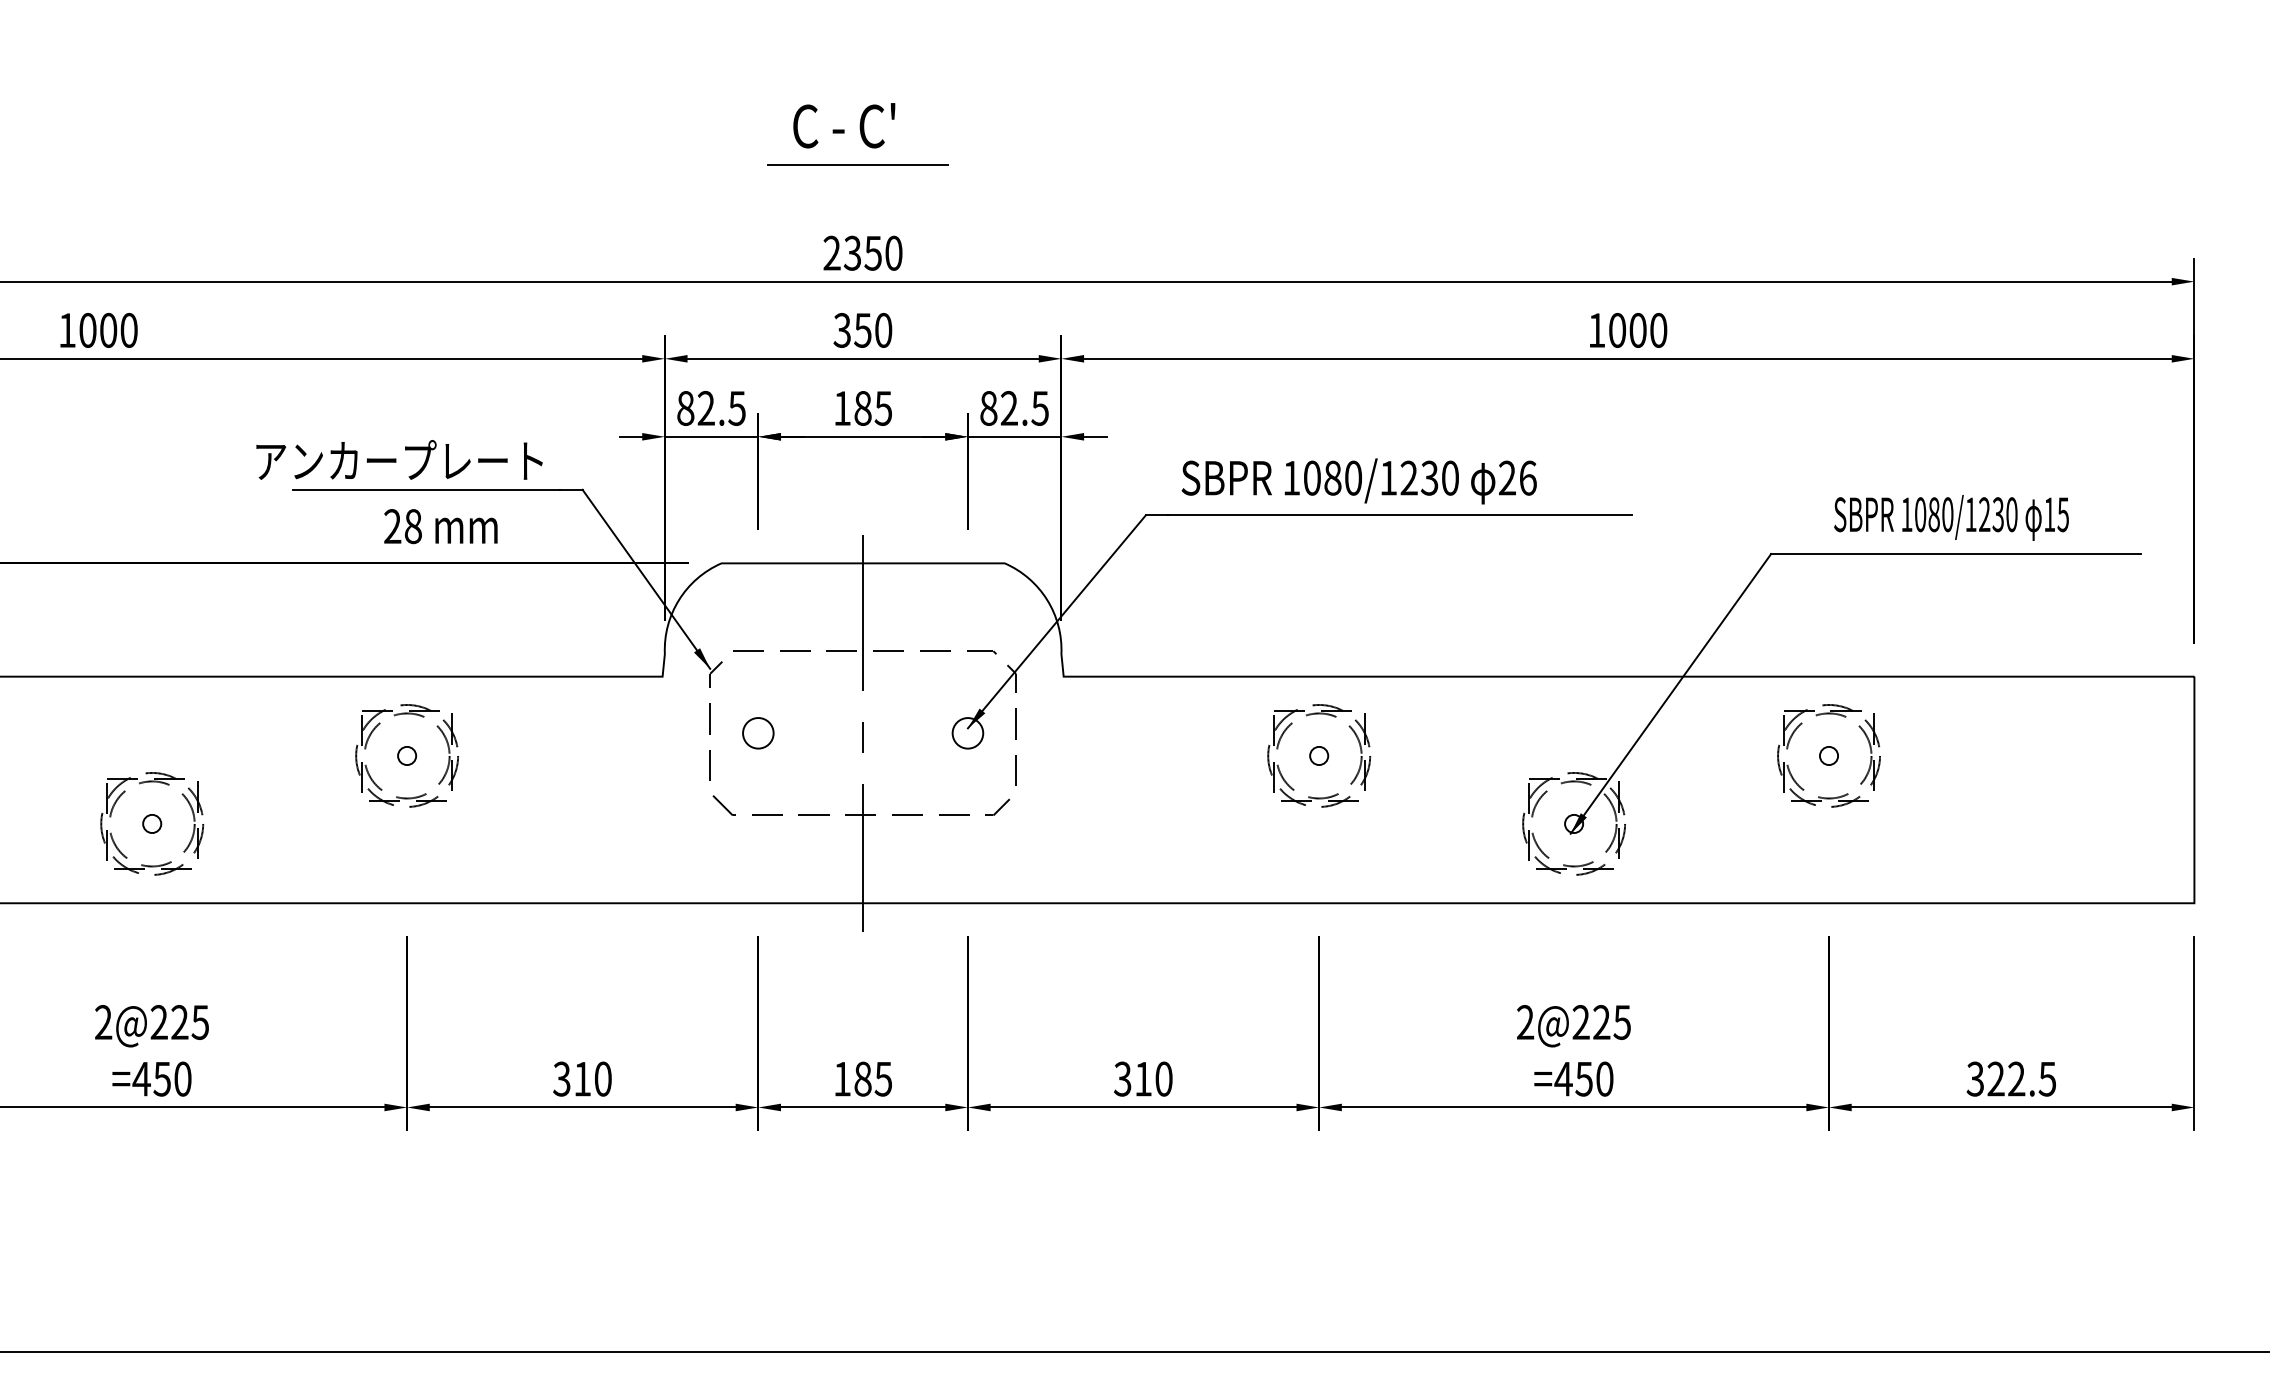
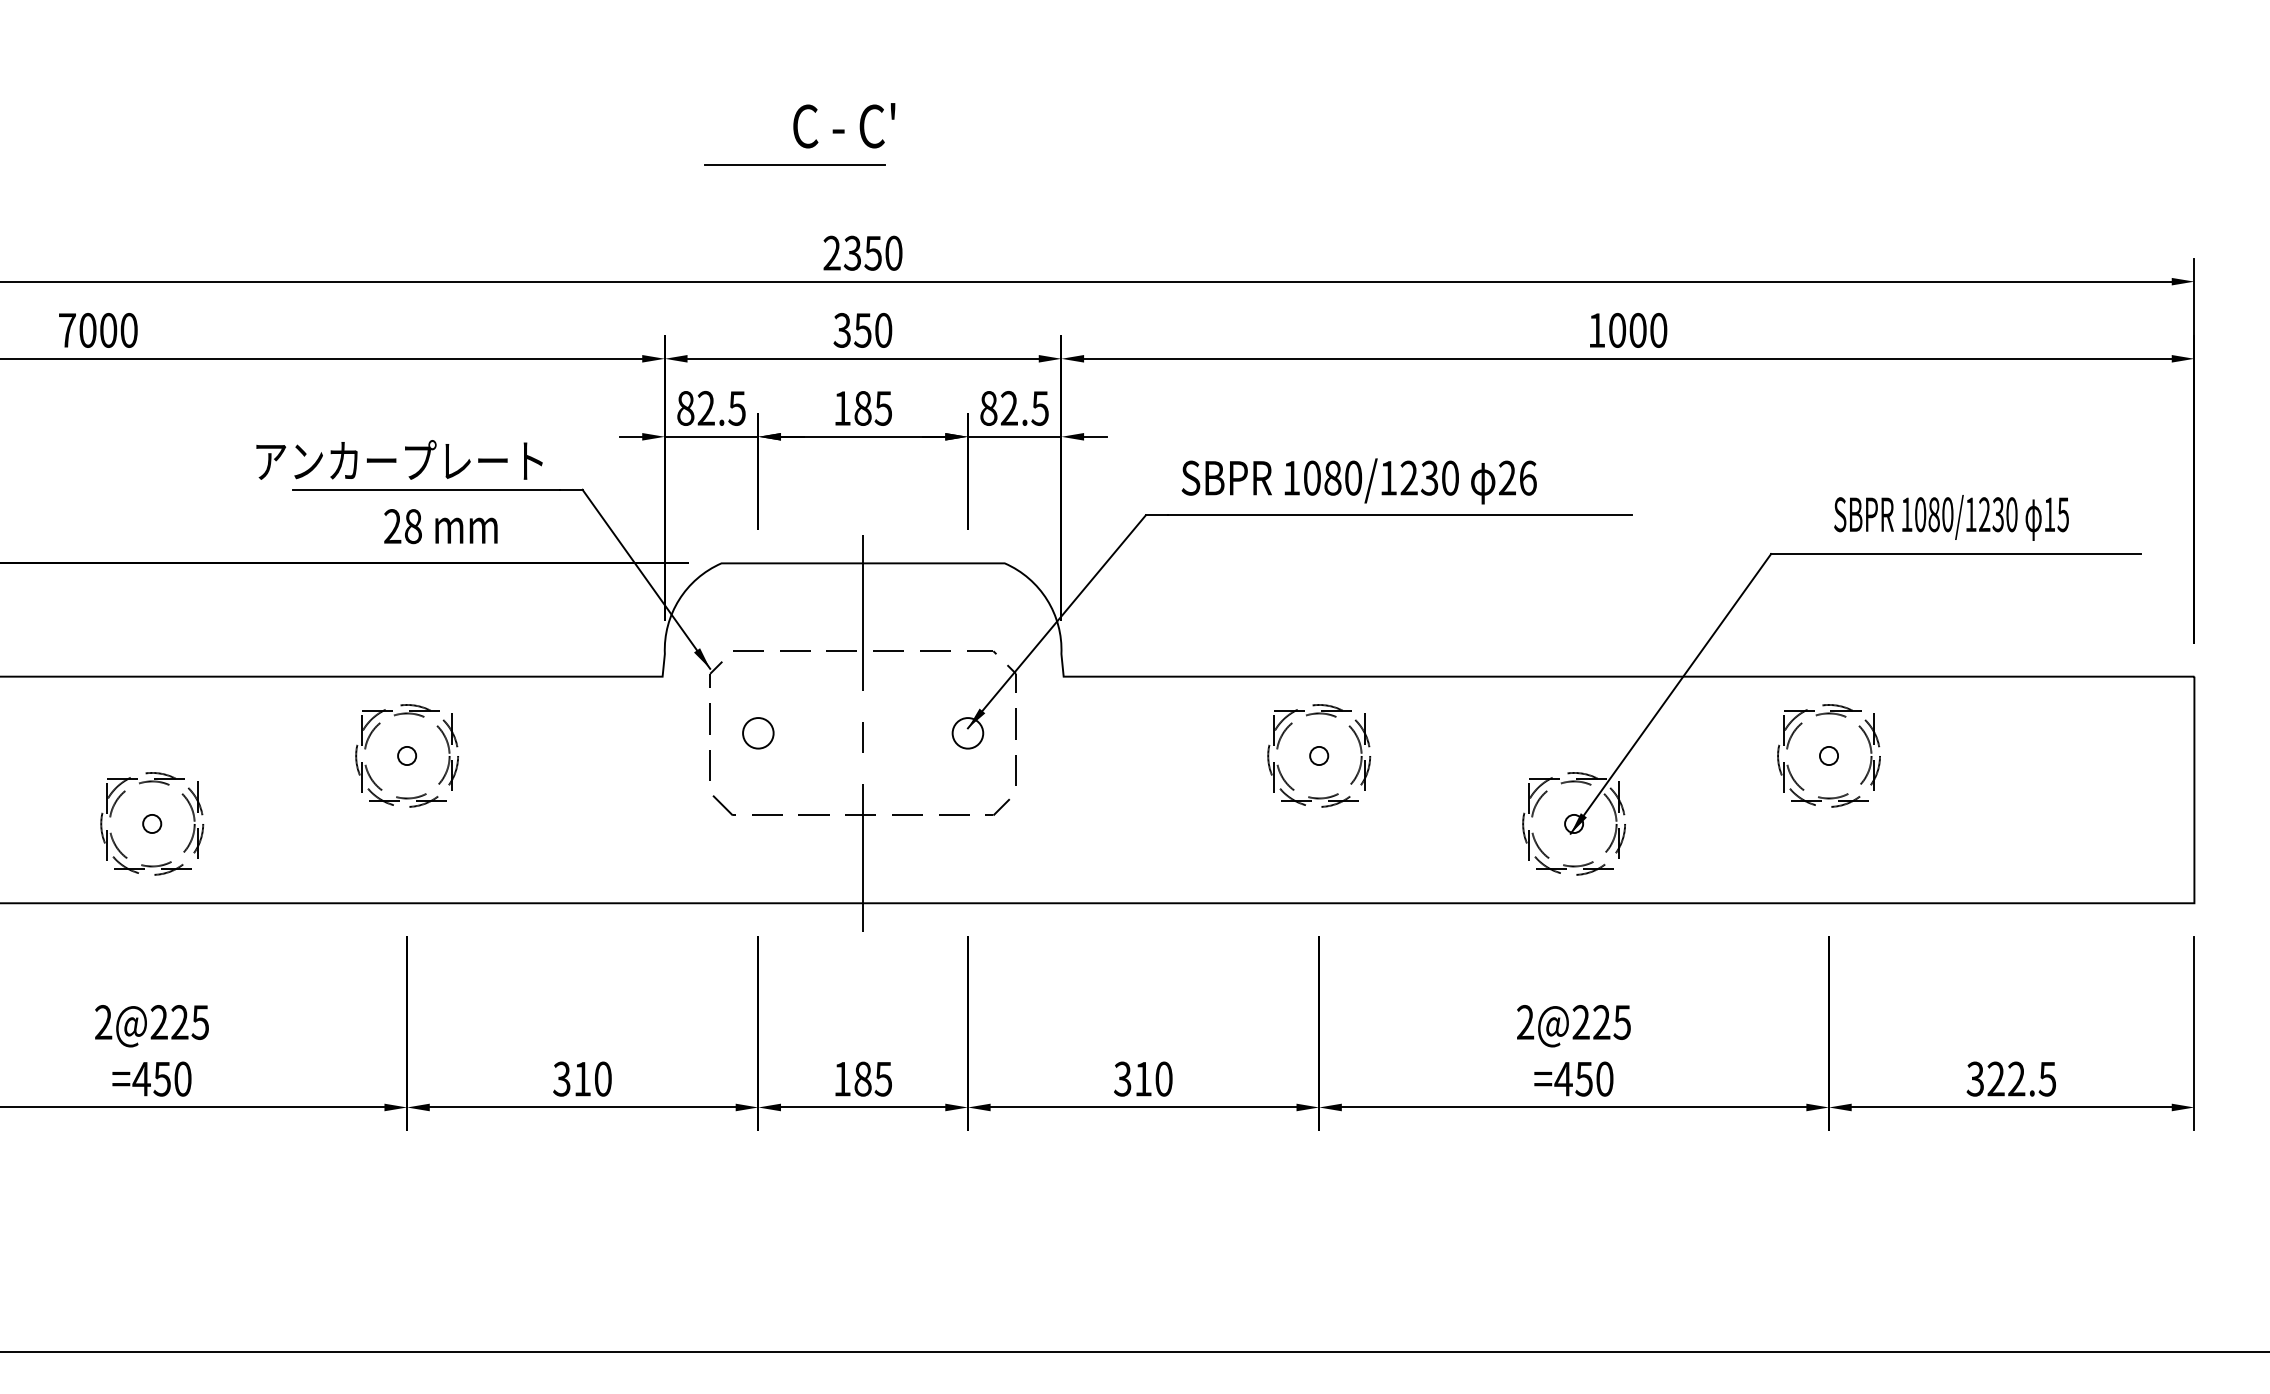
line at (857, 164) position: (857, 164) -> (794, 164)
text at (67, 330): 1000 -> 7000
